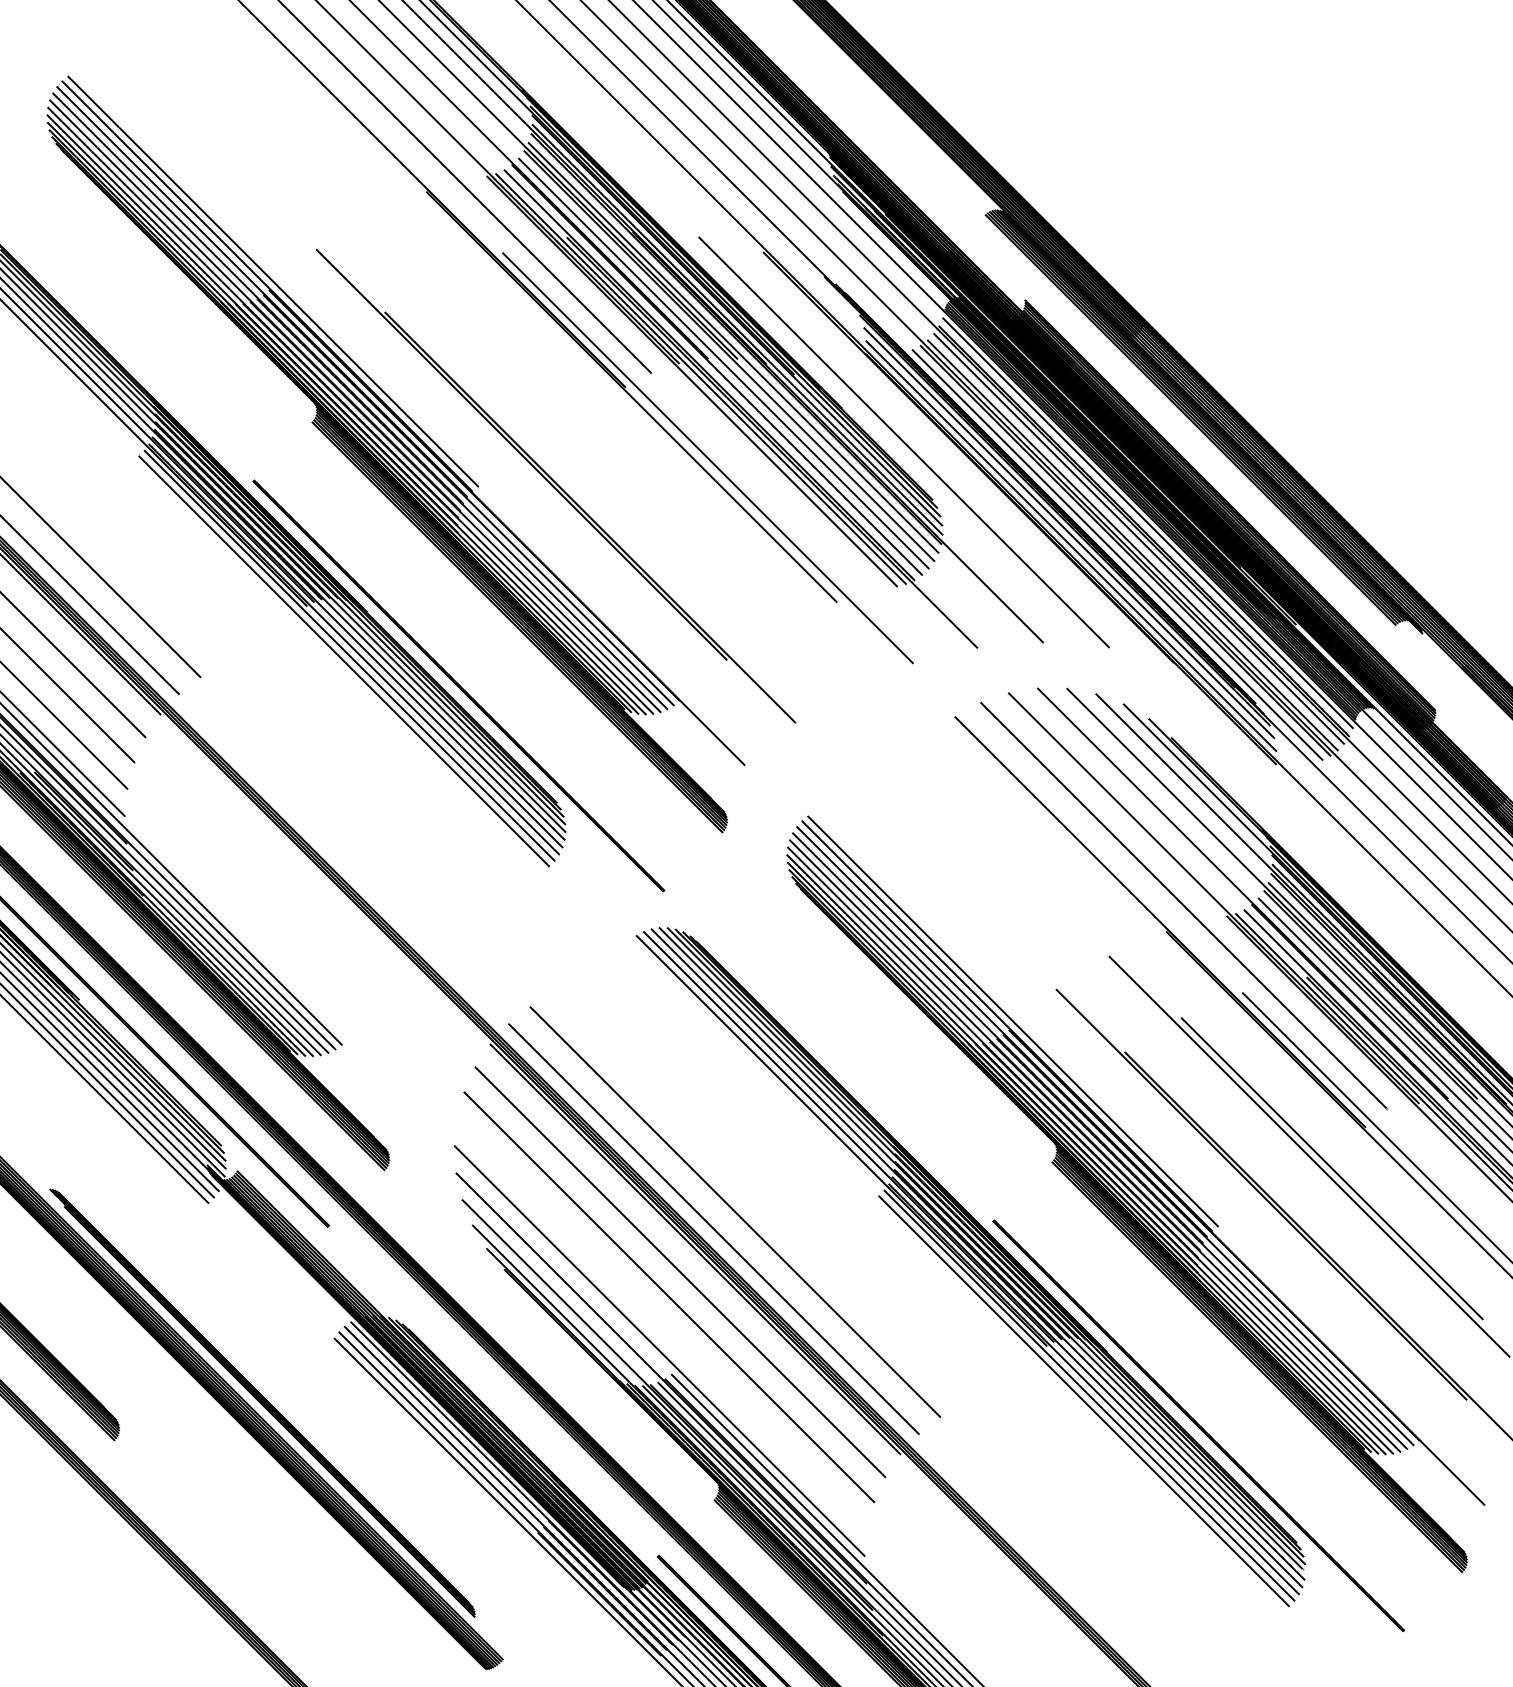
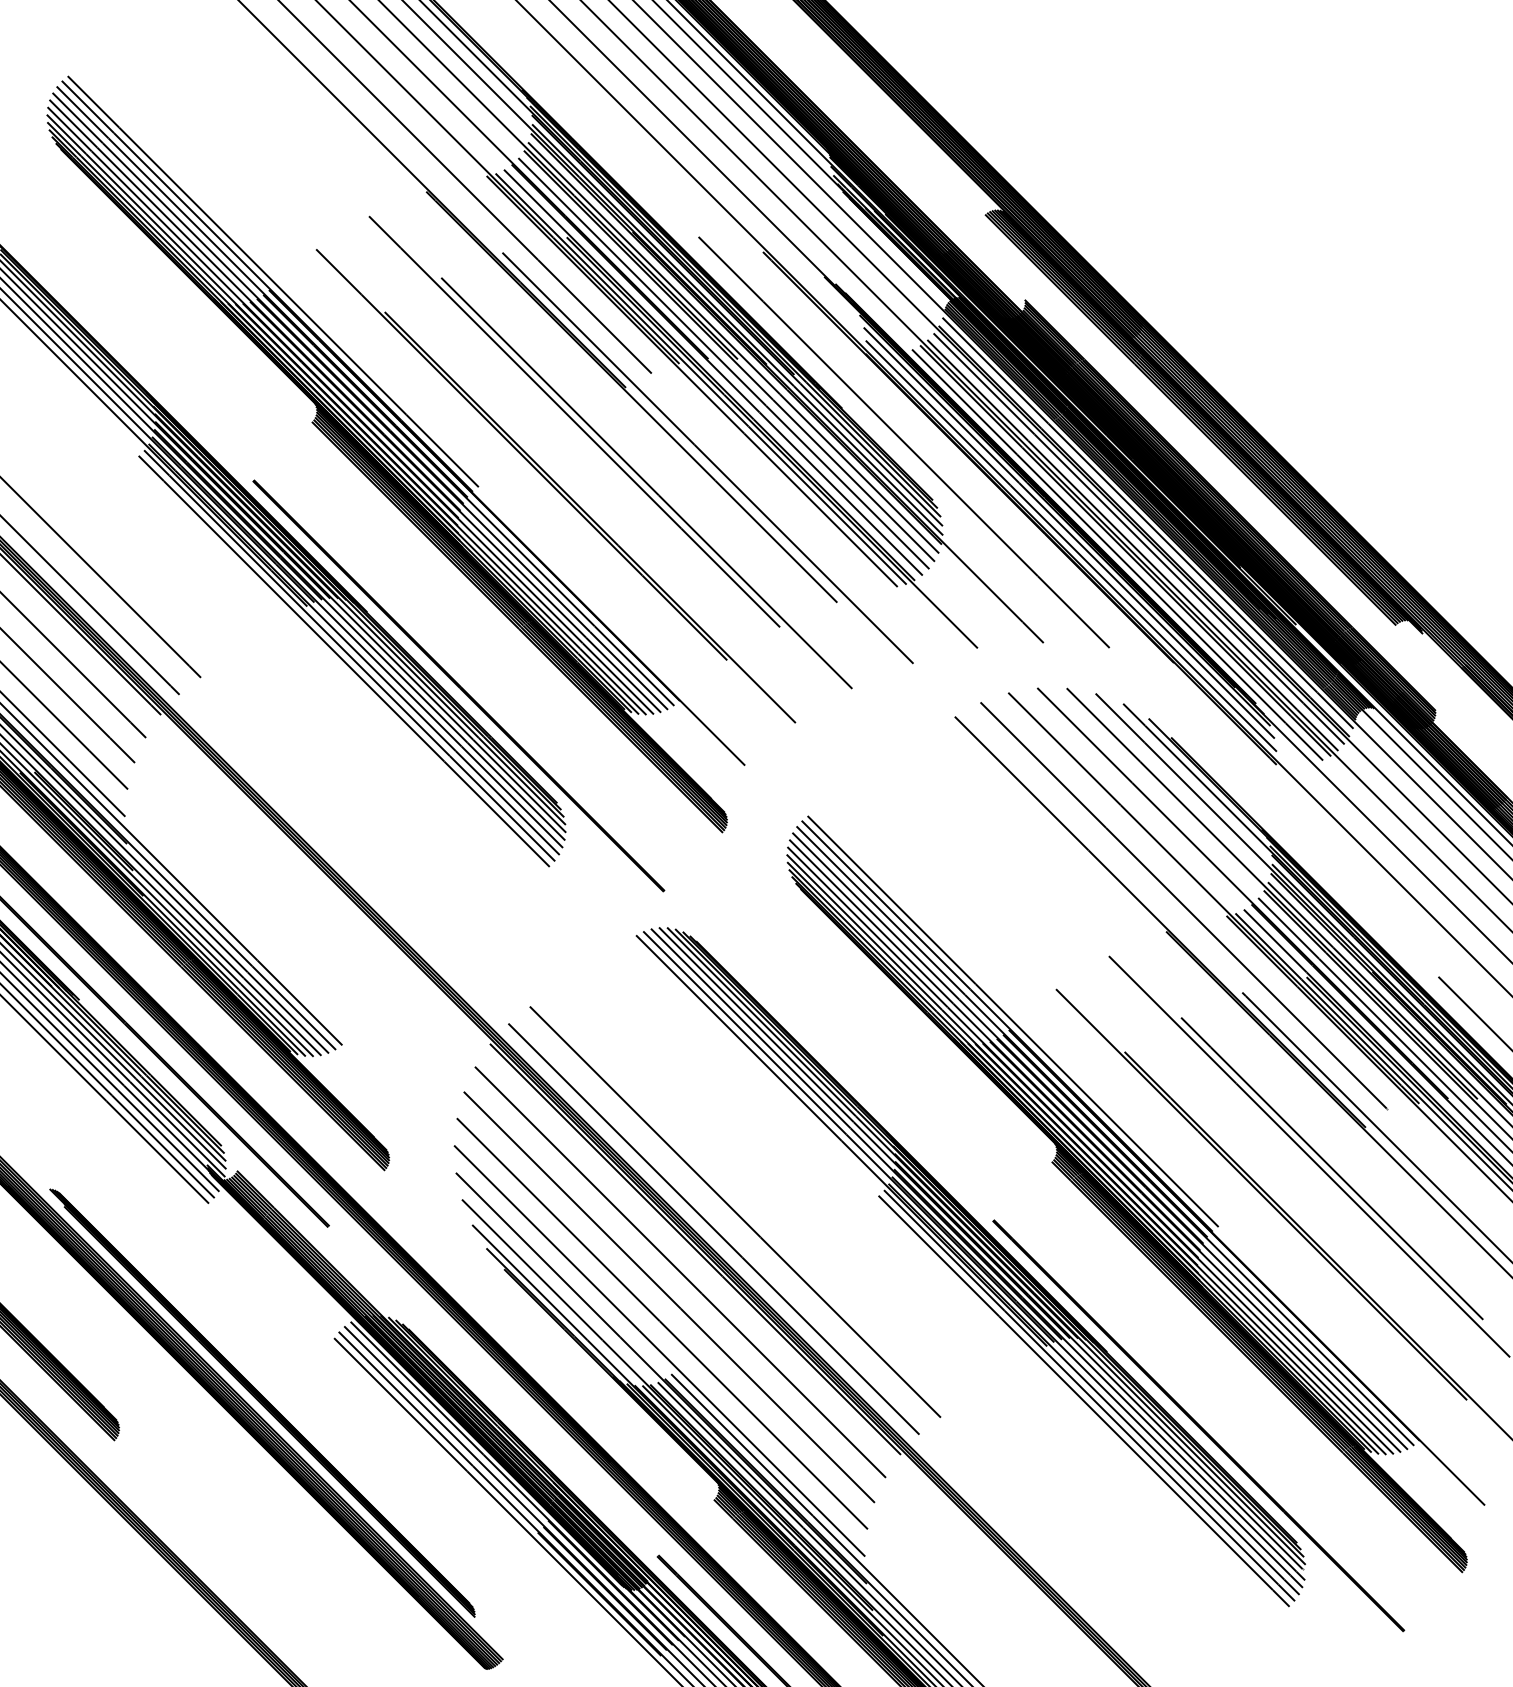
part at (610, 452): none -> present
line at (1473, 1011): none -> present
line at (662, 1323): none -> present
